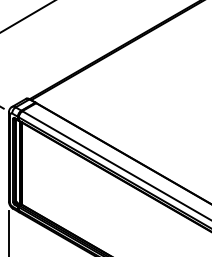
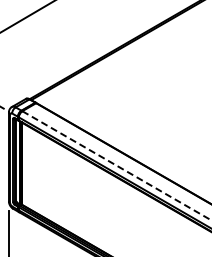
line at (117, 166): solid -> dashed
